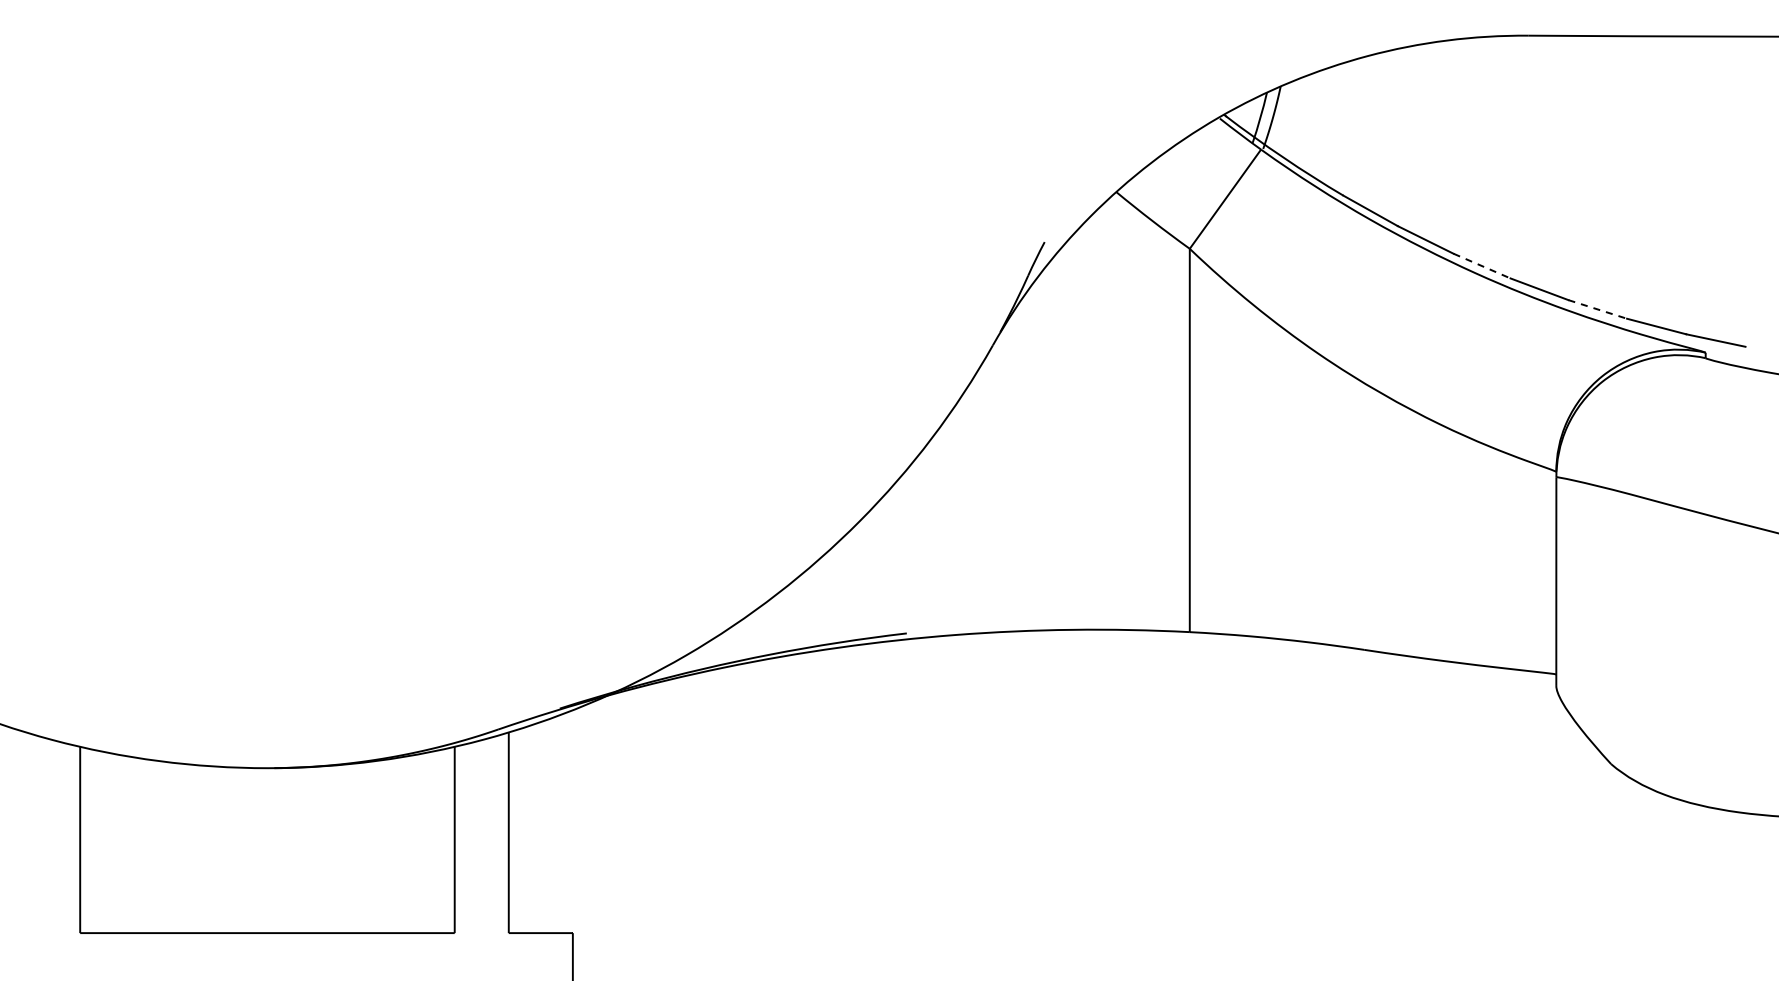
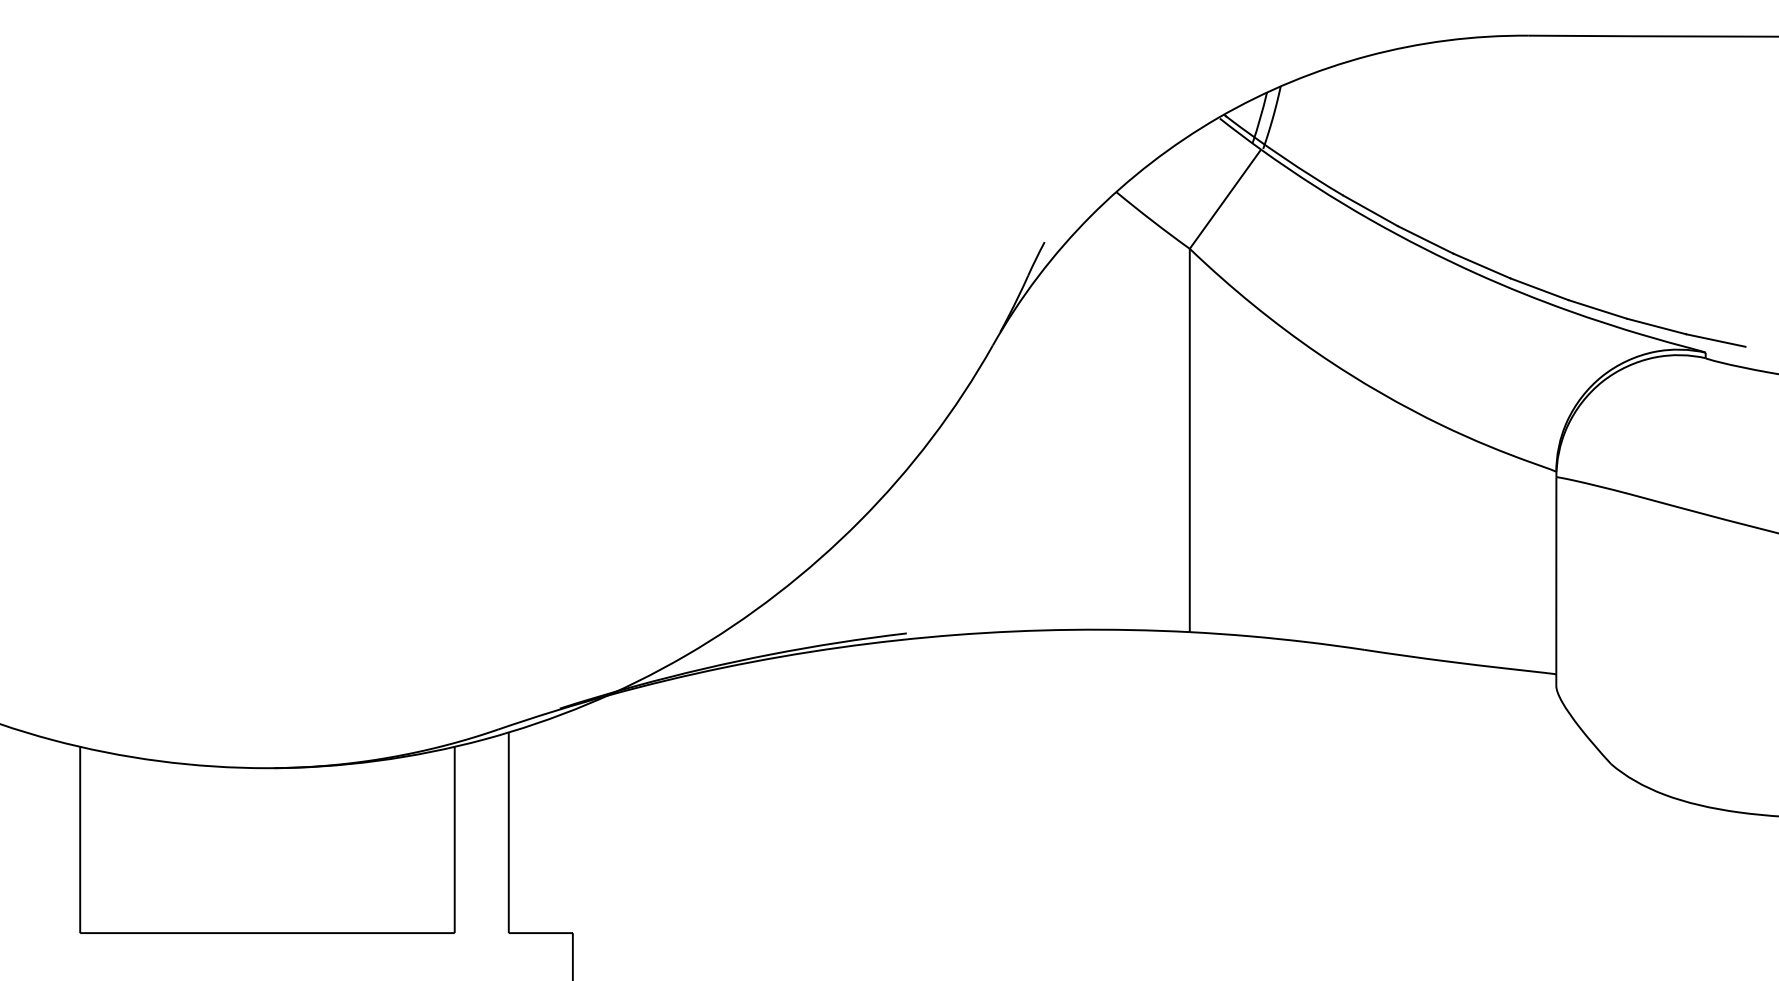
line at (1482, 266): dashed -> solid
line at (1597, 309): dashed -> solid
